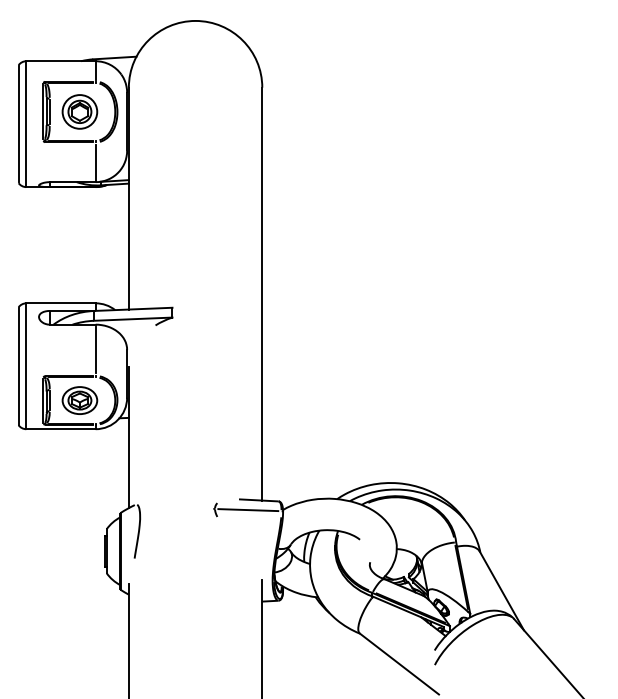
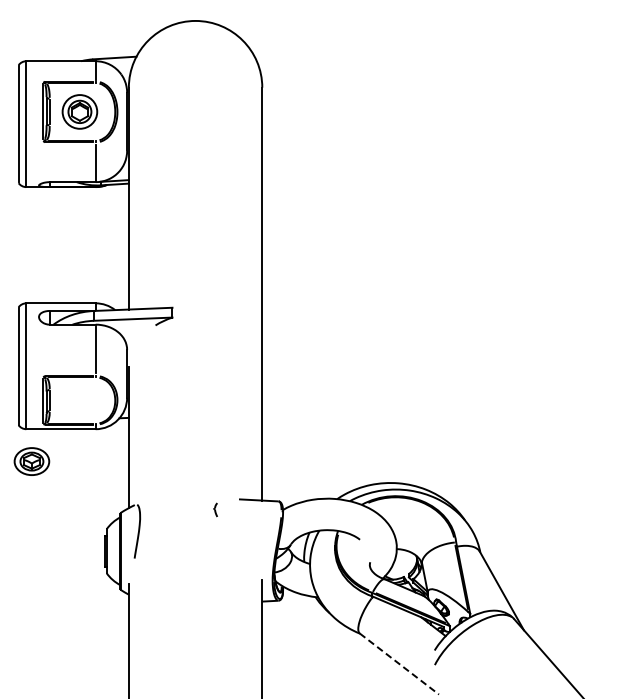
part at (79, 400) position: (79, 400) -> (31, 461)
line at (248, 510): present -> none
line at (399, 664): solid -> dashed
